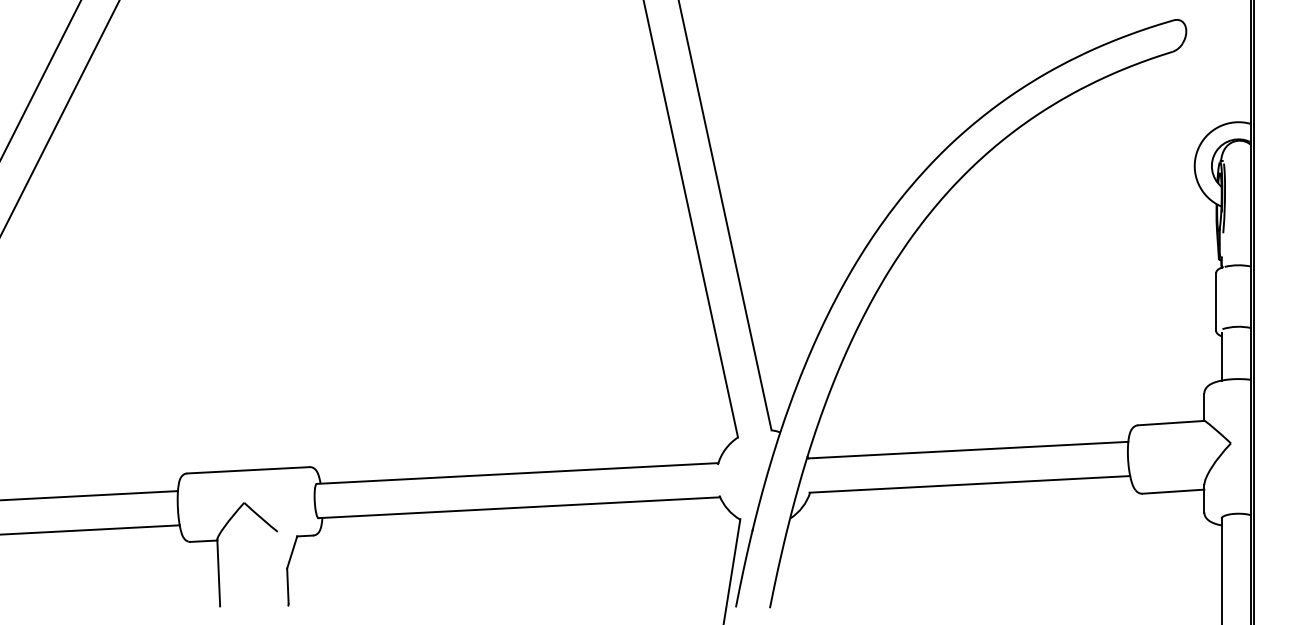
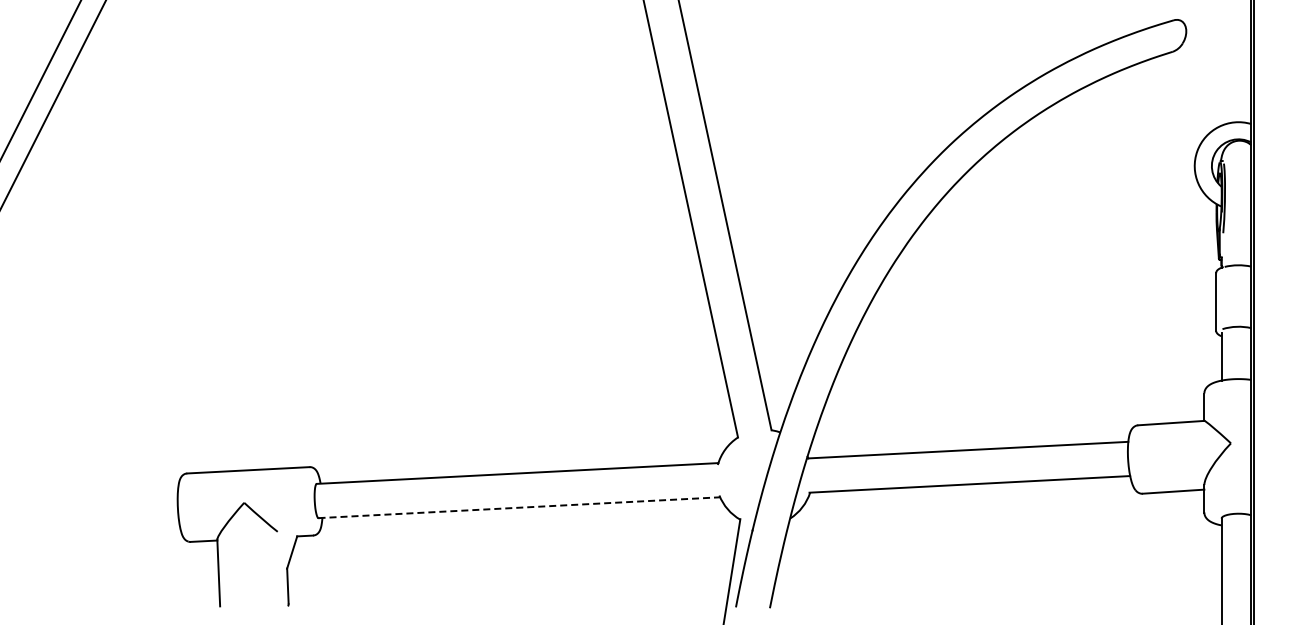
line at (60, 117) position: (60, 117) -> (53, 103)
line at (89, 495): present -> none
line at (519, 507): solid -> dashed
line at (90, 529): present -> none
